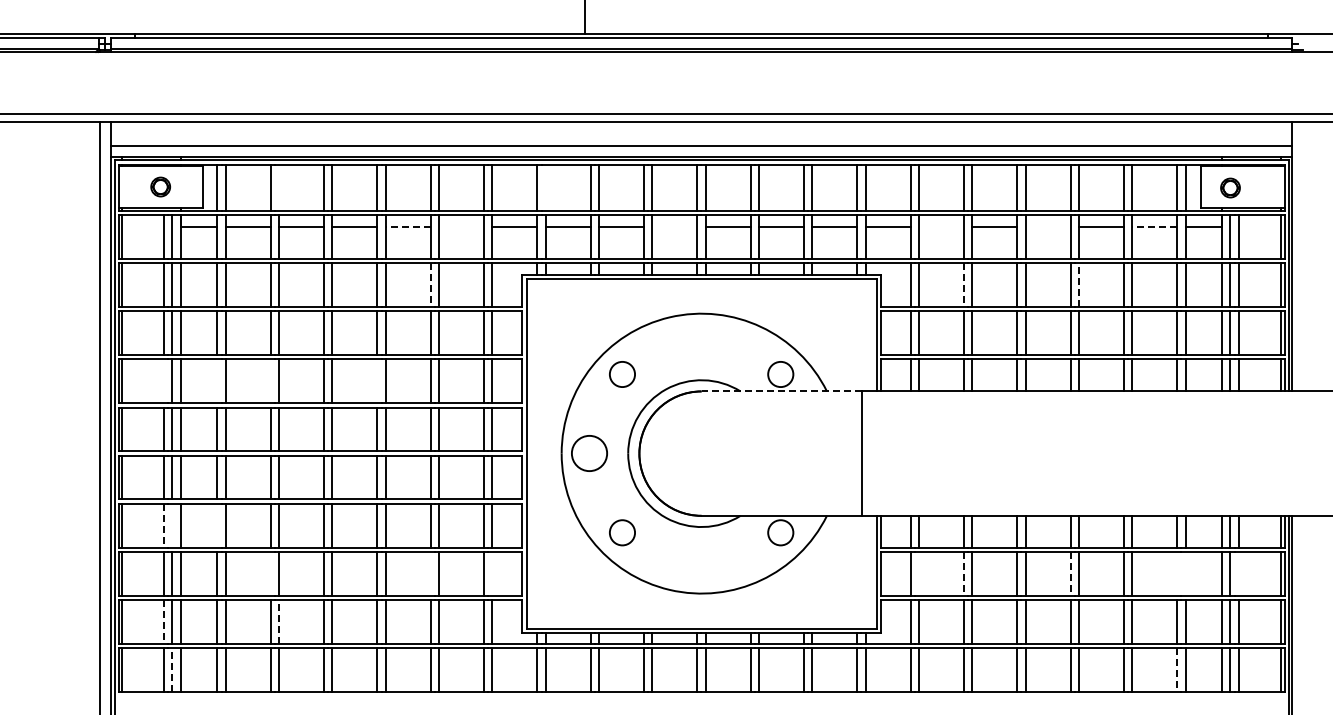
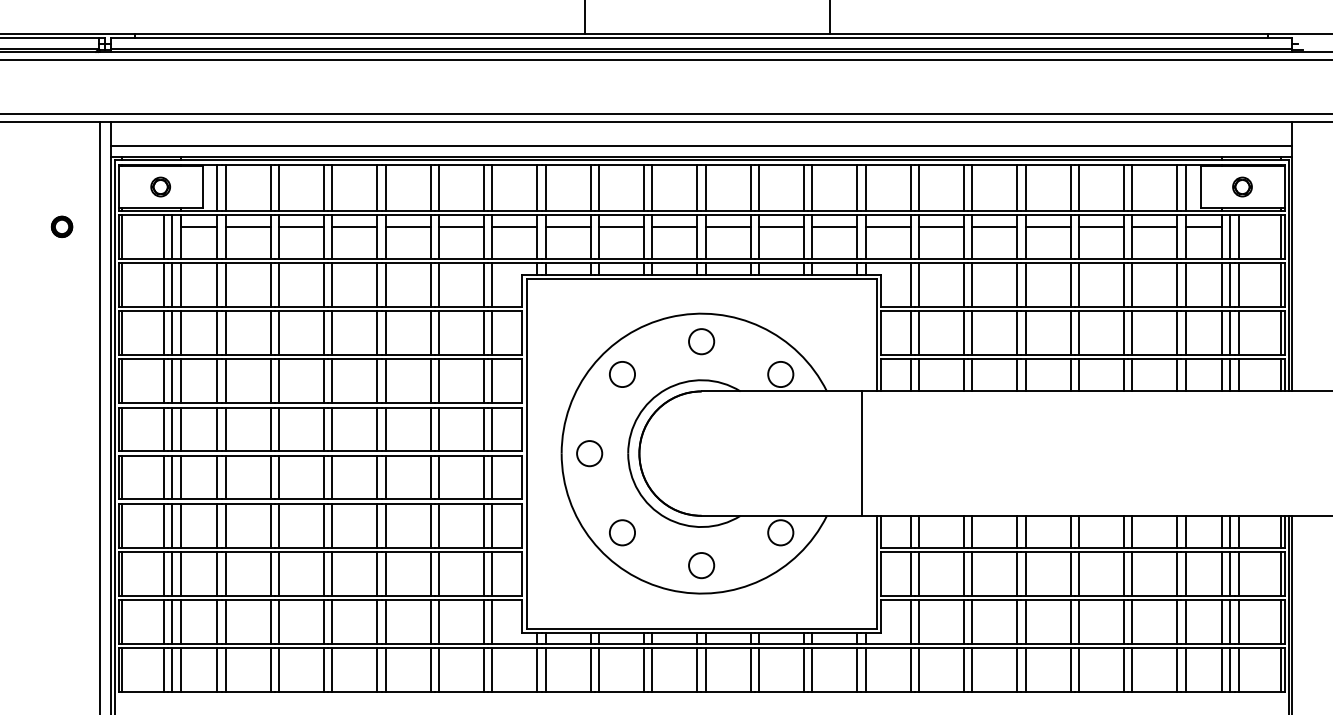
line at (830, 17): none -> present
line at (665, 60): none -> present
line at (279, 187): none -> present
line at (545, 187): none -> present
part at (1230, 187) position: (1230, 187) -> (1242, 186)
part at (61, 226): none -> present
line at (407, 226): dashed -> solid
line at (461, 226): none -> present
line at (674, 226): none -> present
line at (940, 226): none -> present
line at (1047, 226): none -> present
line at (1154, 226): dashed -> solid
line at (430, 285): dashed -> solid
line at (963, 285): dashed -> solid
line at (1078, 285): dashed -> solid
circle at (701, 341): none -> present
line at (164, 381): none -> present
line at (217, 381): none -> present
line at (270, 381): none -> present
line at (377, 381): none -> present
line at (781, 391): dashed -> solid
circle at (589, 453) size: 37x37 px -> 28x28 px
line at (164, 525): dashed -> solid
line at (172, 525): none -> present
line at (217, 525): none -> present
circle at (701, 565): none -> present
line at (270, 573): none -> present
line at (430, 573): none -> present
line at (492, 573): none -> present
line at (918, 573): none -> present
line at (963, 573): dashed -> solid
line at (1070, 573): dashed -> solid
line at (1177, 573): none -> present
line at (1185, 573): none -> present
line at (1238, 573): none -> present
line at (164, 621): dashed -> solid
line at (279, 621): dashed -> solid
line at (172, 669): dashed -> solid
line at (1177, 669): dashed -> solid
